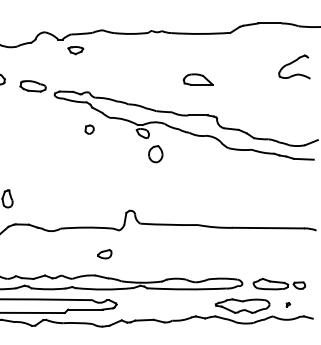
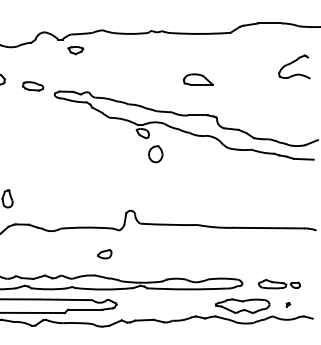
part at (32, 86) size: 28x13 px -> 23x11 px
part at (89, 129): present -> none
part at (279, 284) size: 55x13 px -> 44x11 px
